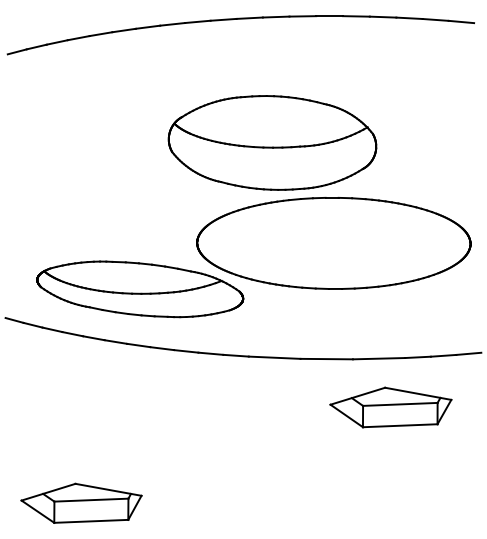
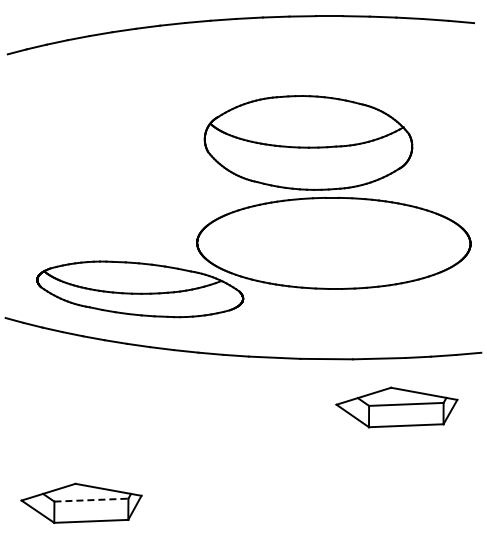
part at (272, 142) position: (272, 142) -> (308, 142)
part at (390, 407) position: (390, 407) -> (396, 407)
line at (91, 500): solid -> dashed
